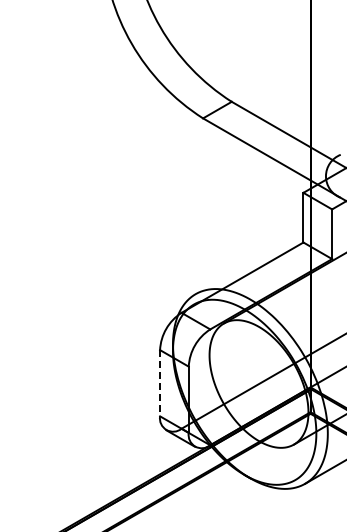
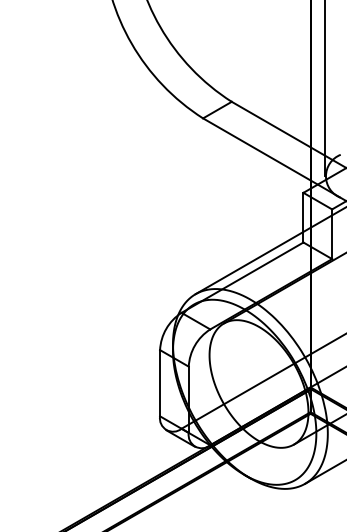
line at (325, 89): none -> present
line at (269, 251): none -> present
line at (160, 383): dashed -> solid
